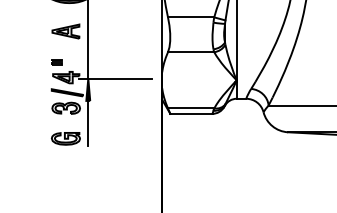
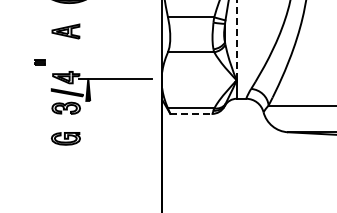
line at (88, 40): present -> none
line at (236, 40): solid -> dashed
part at (56, 62) position: (56, 62) -> (39, 62)
line at (191, 113): solid -> dashed
line at (88, 122): present -> none
